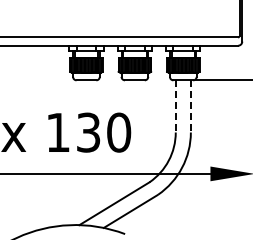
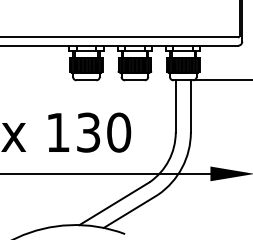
line at (175, 106): dashed -> solid
line at (190, 106): dashed -> solid
